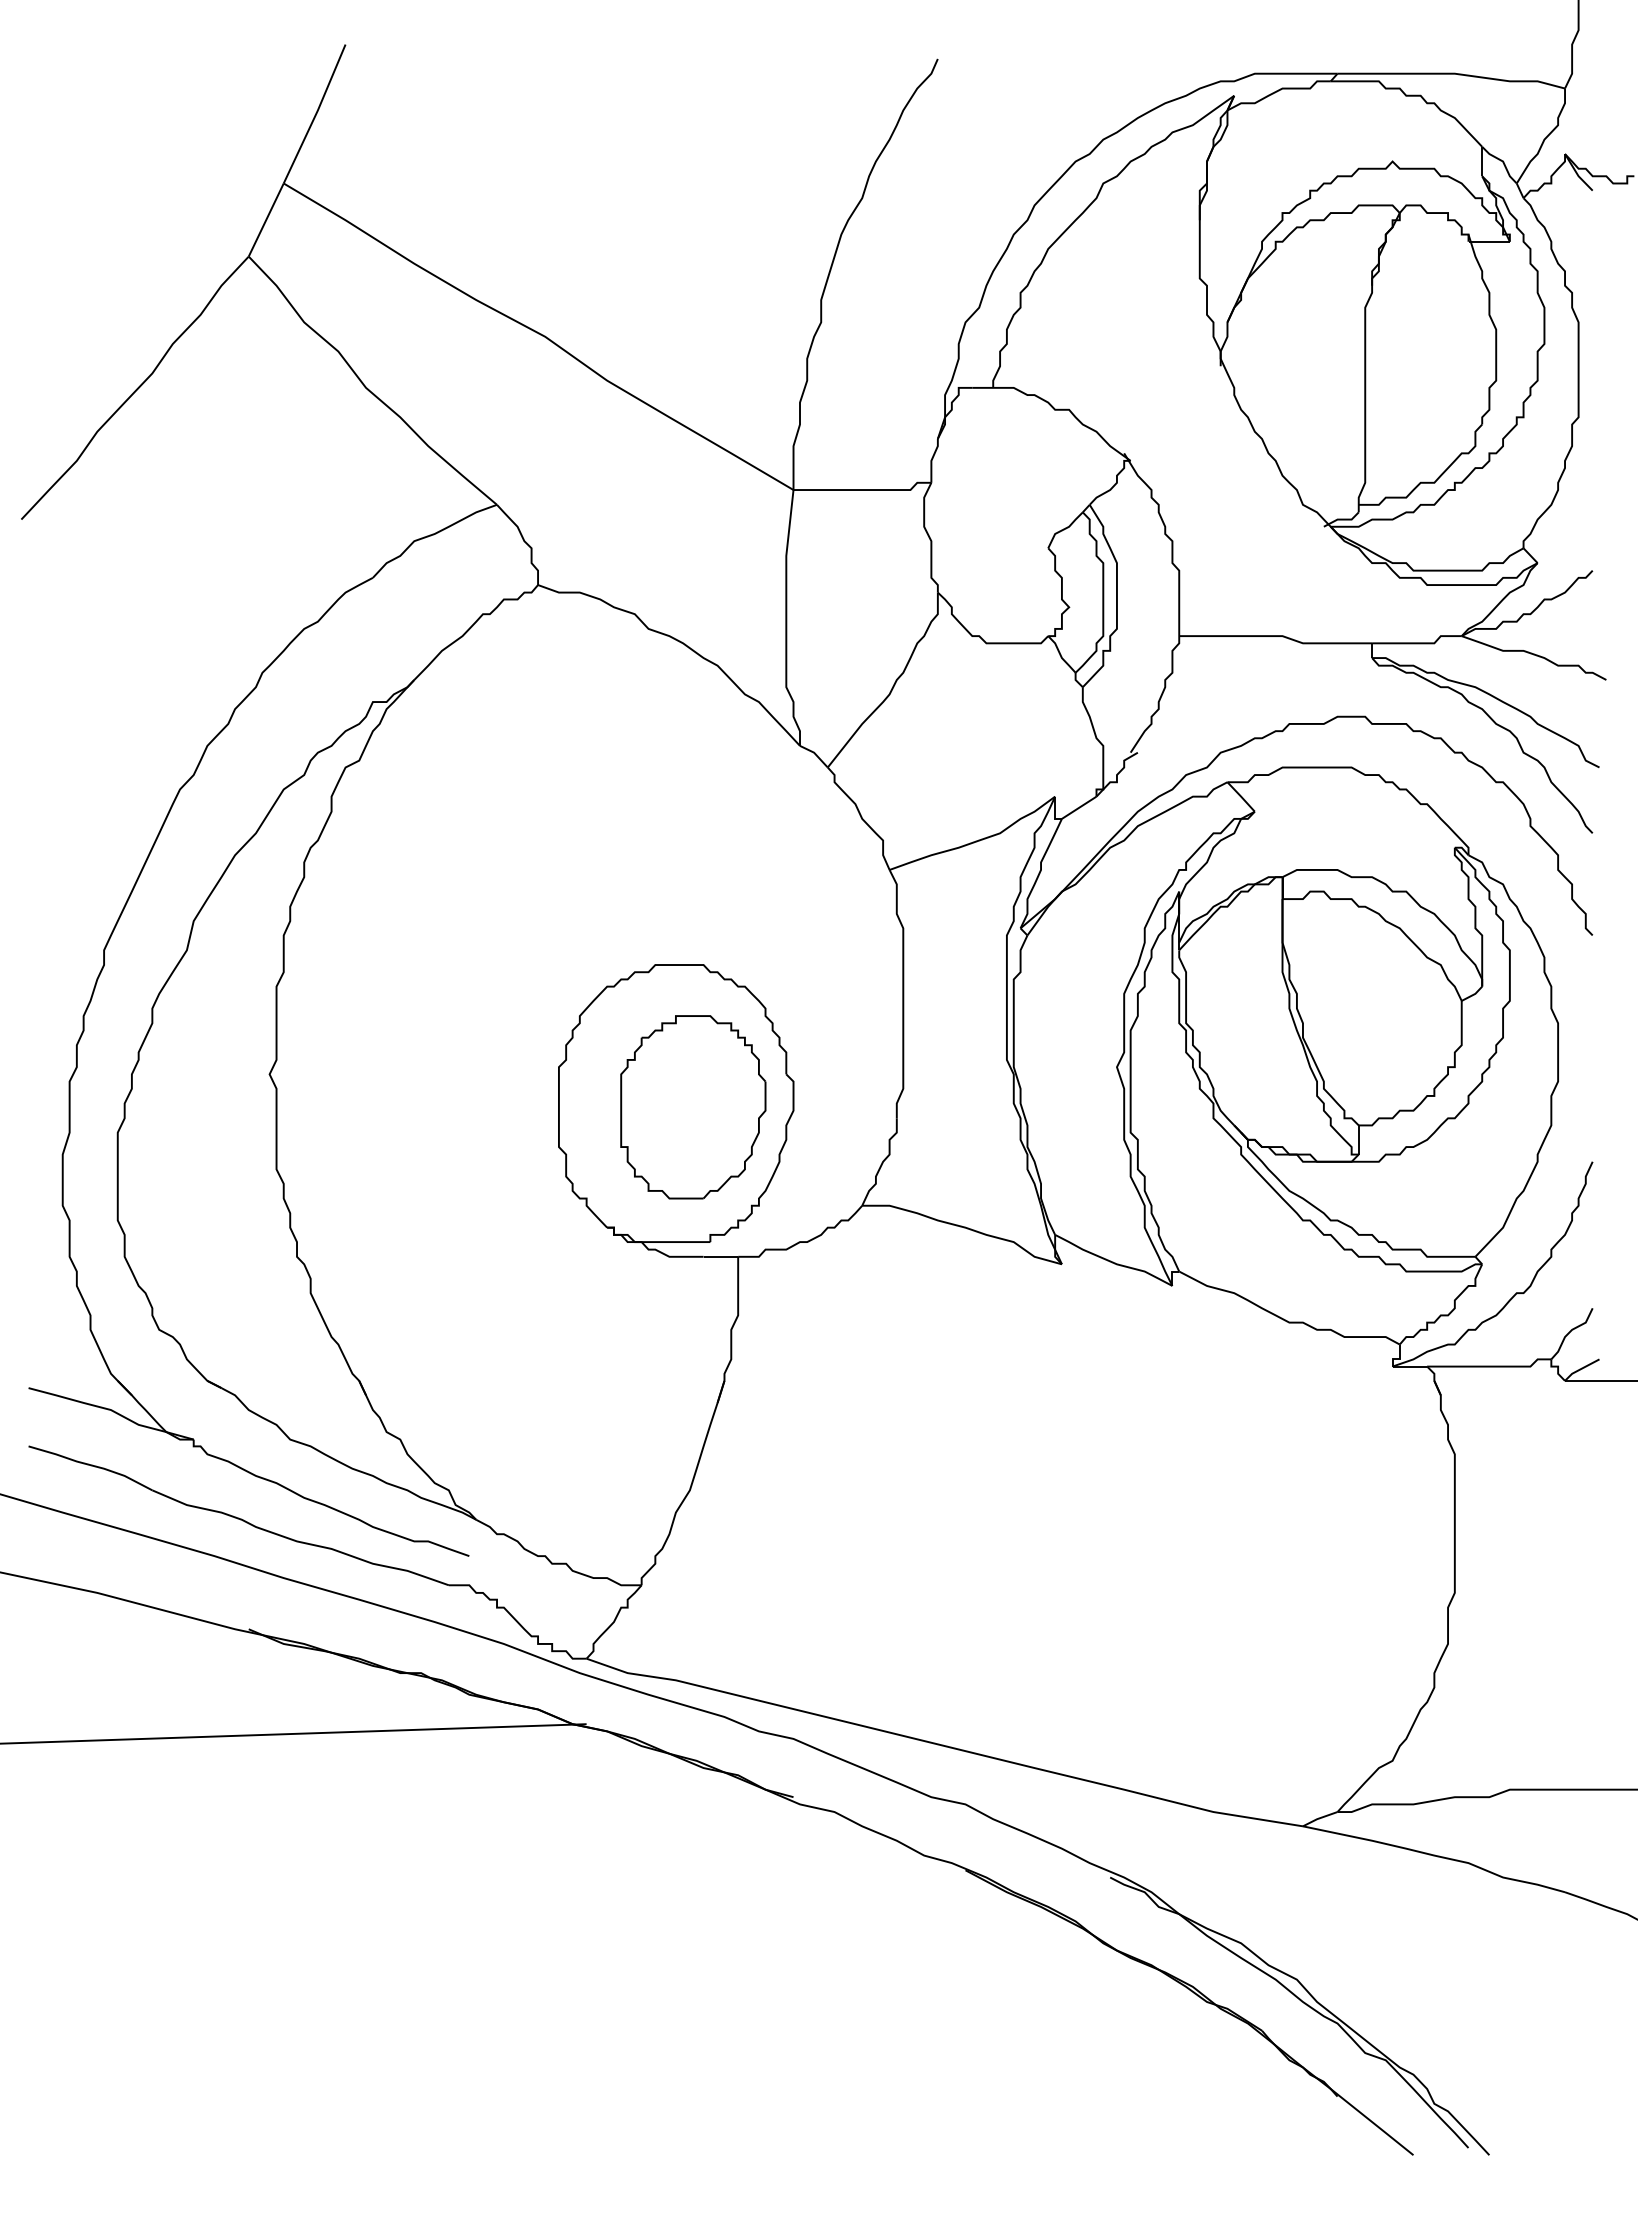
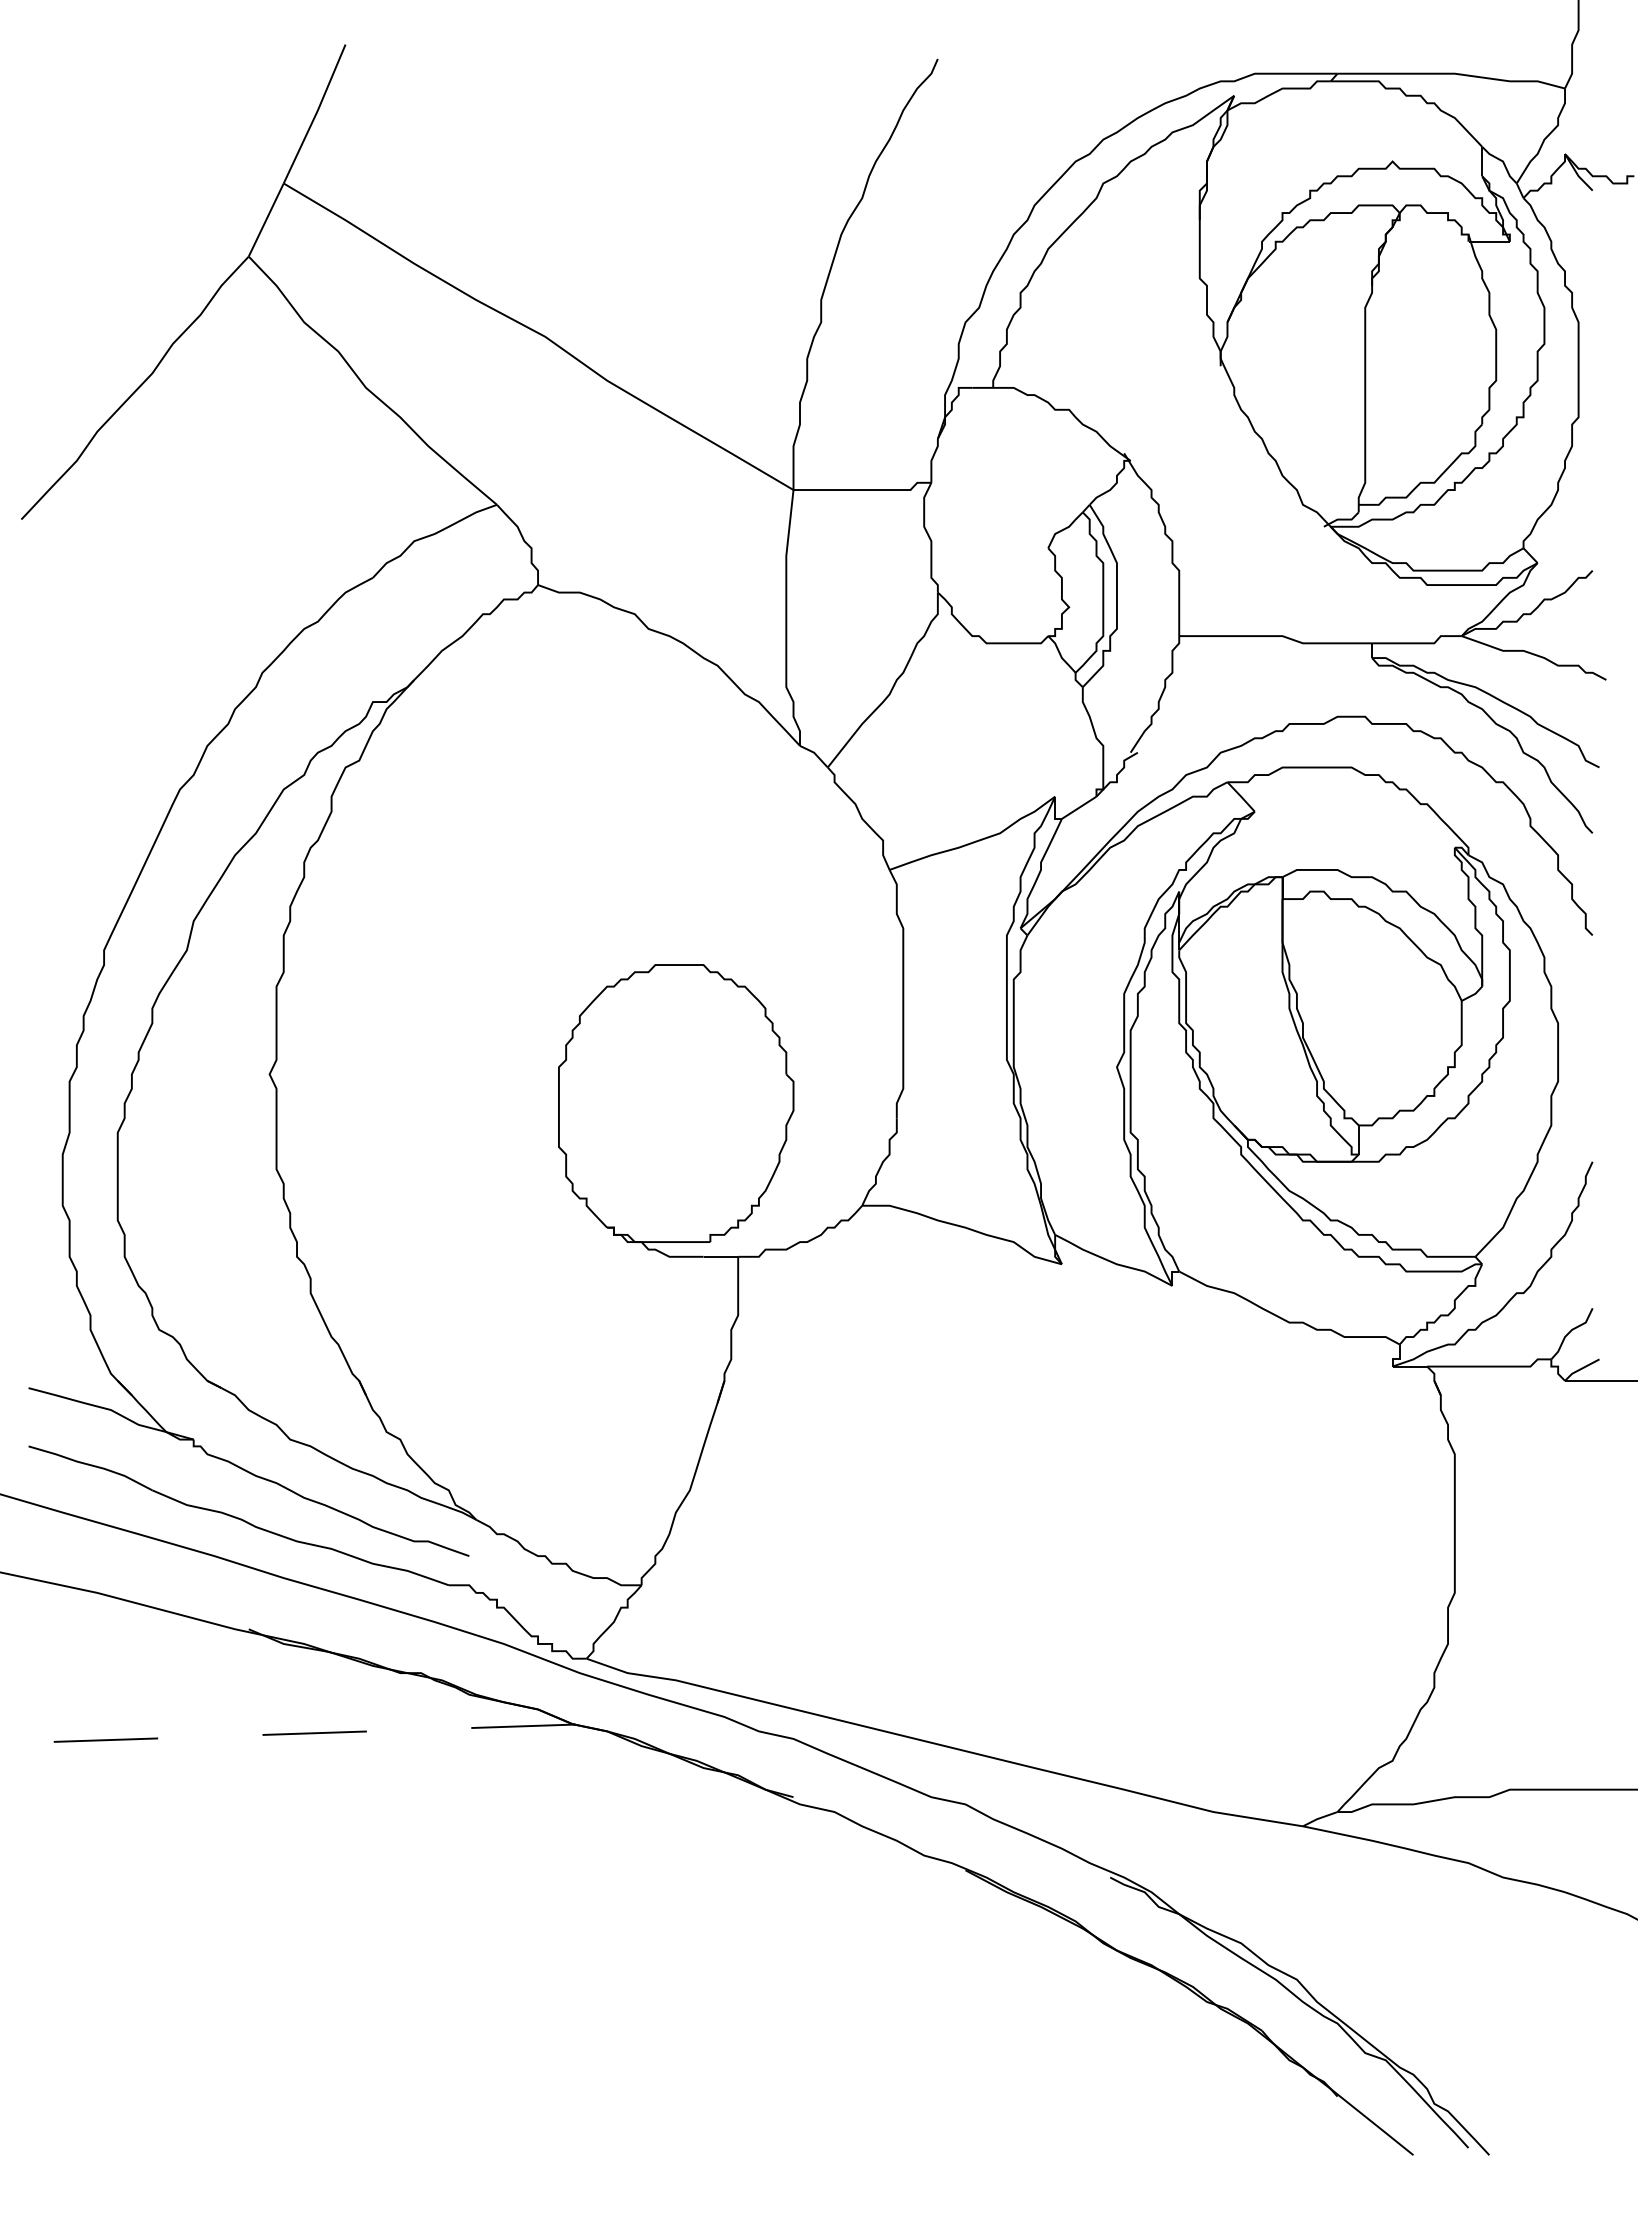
part at (693, 1107): present -> none
line at (293, 1733): solid -> dashed
